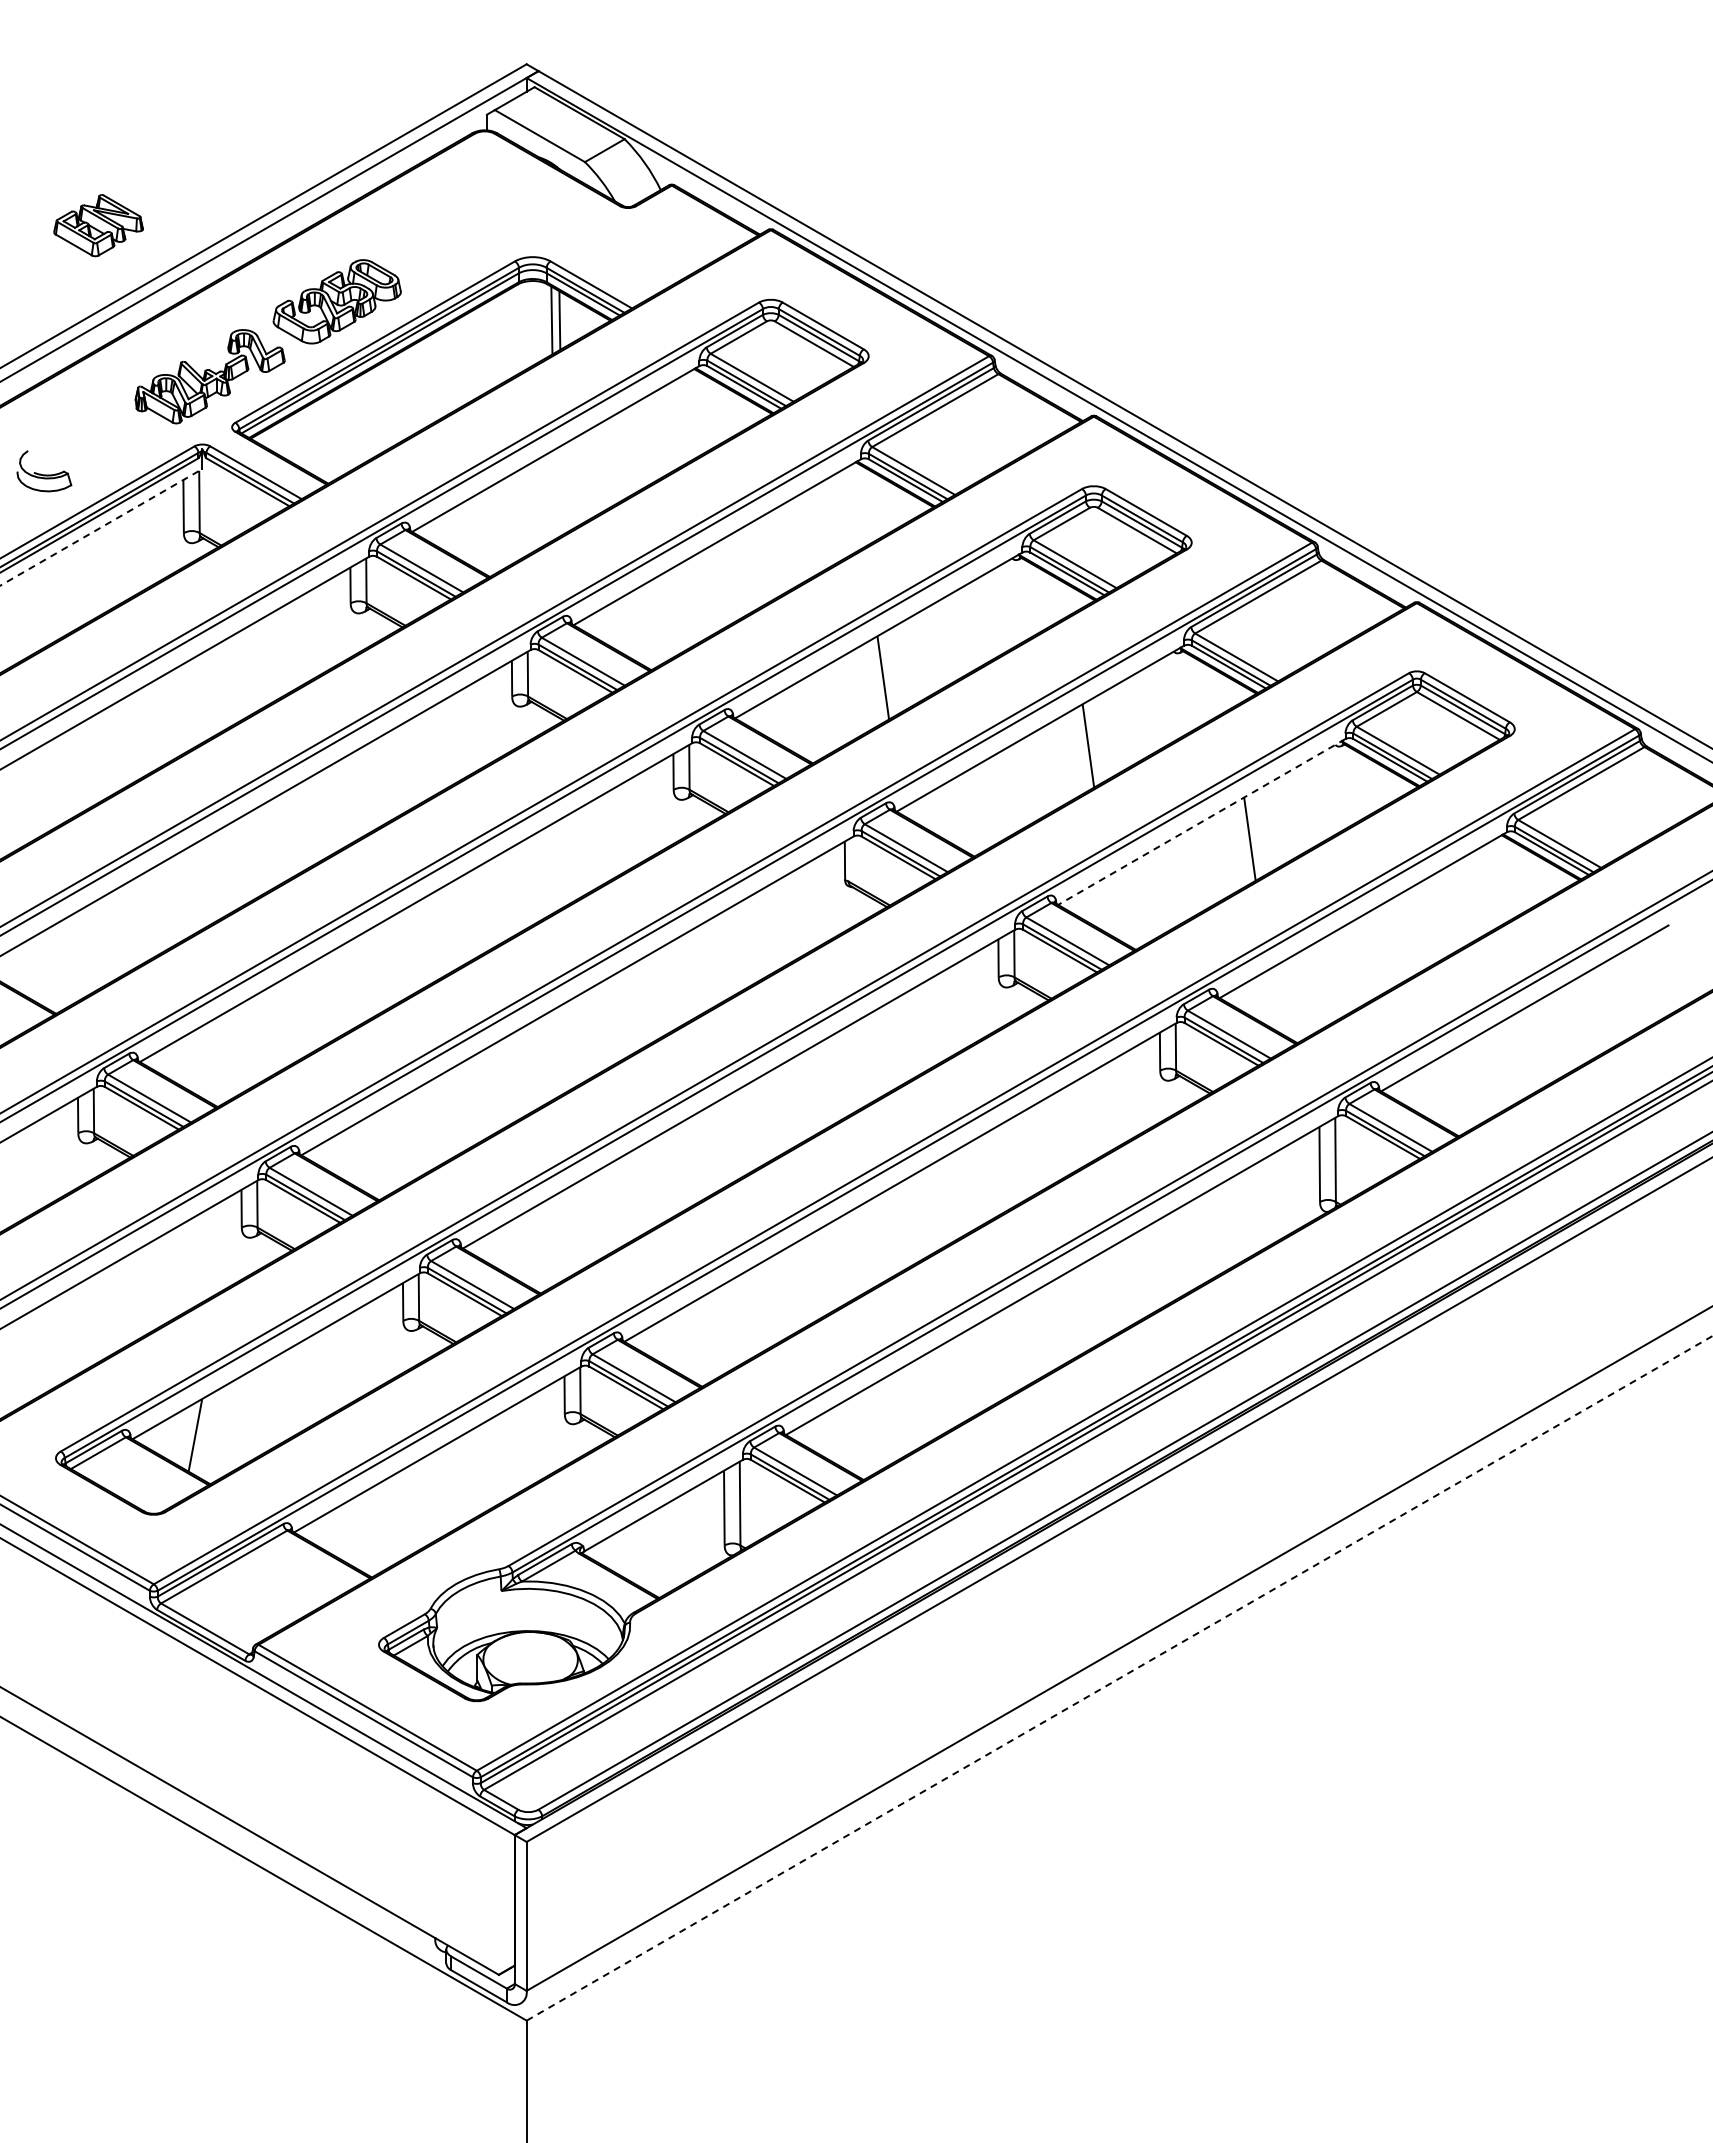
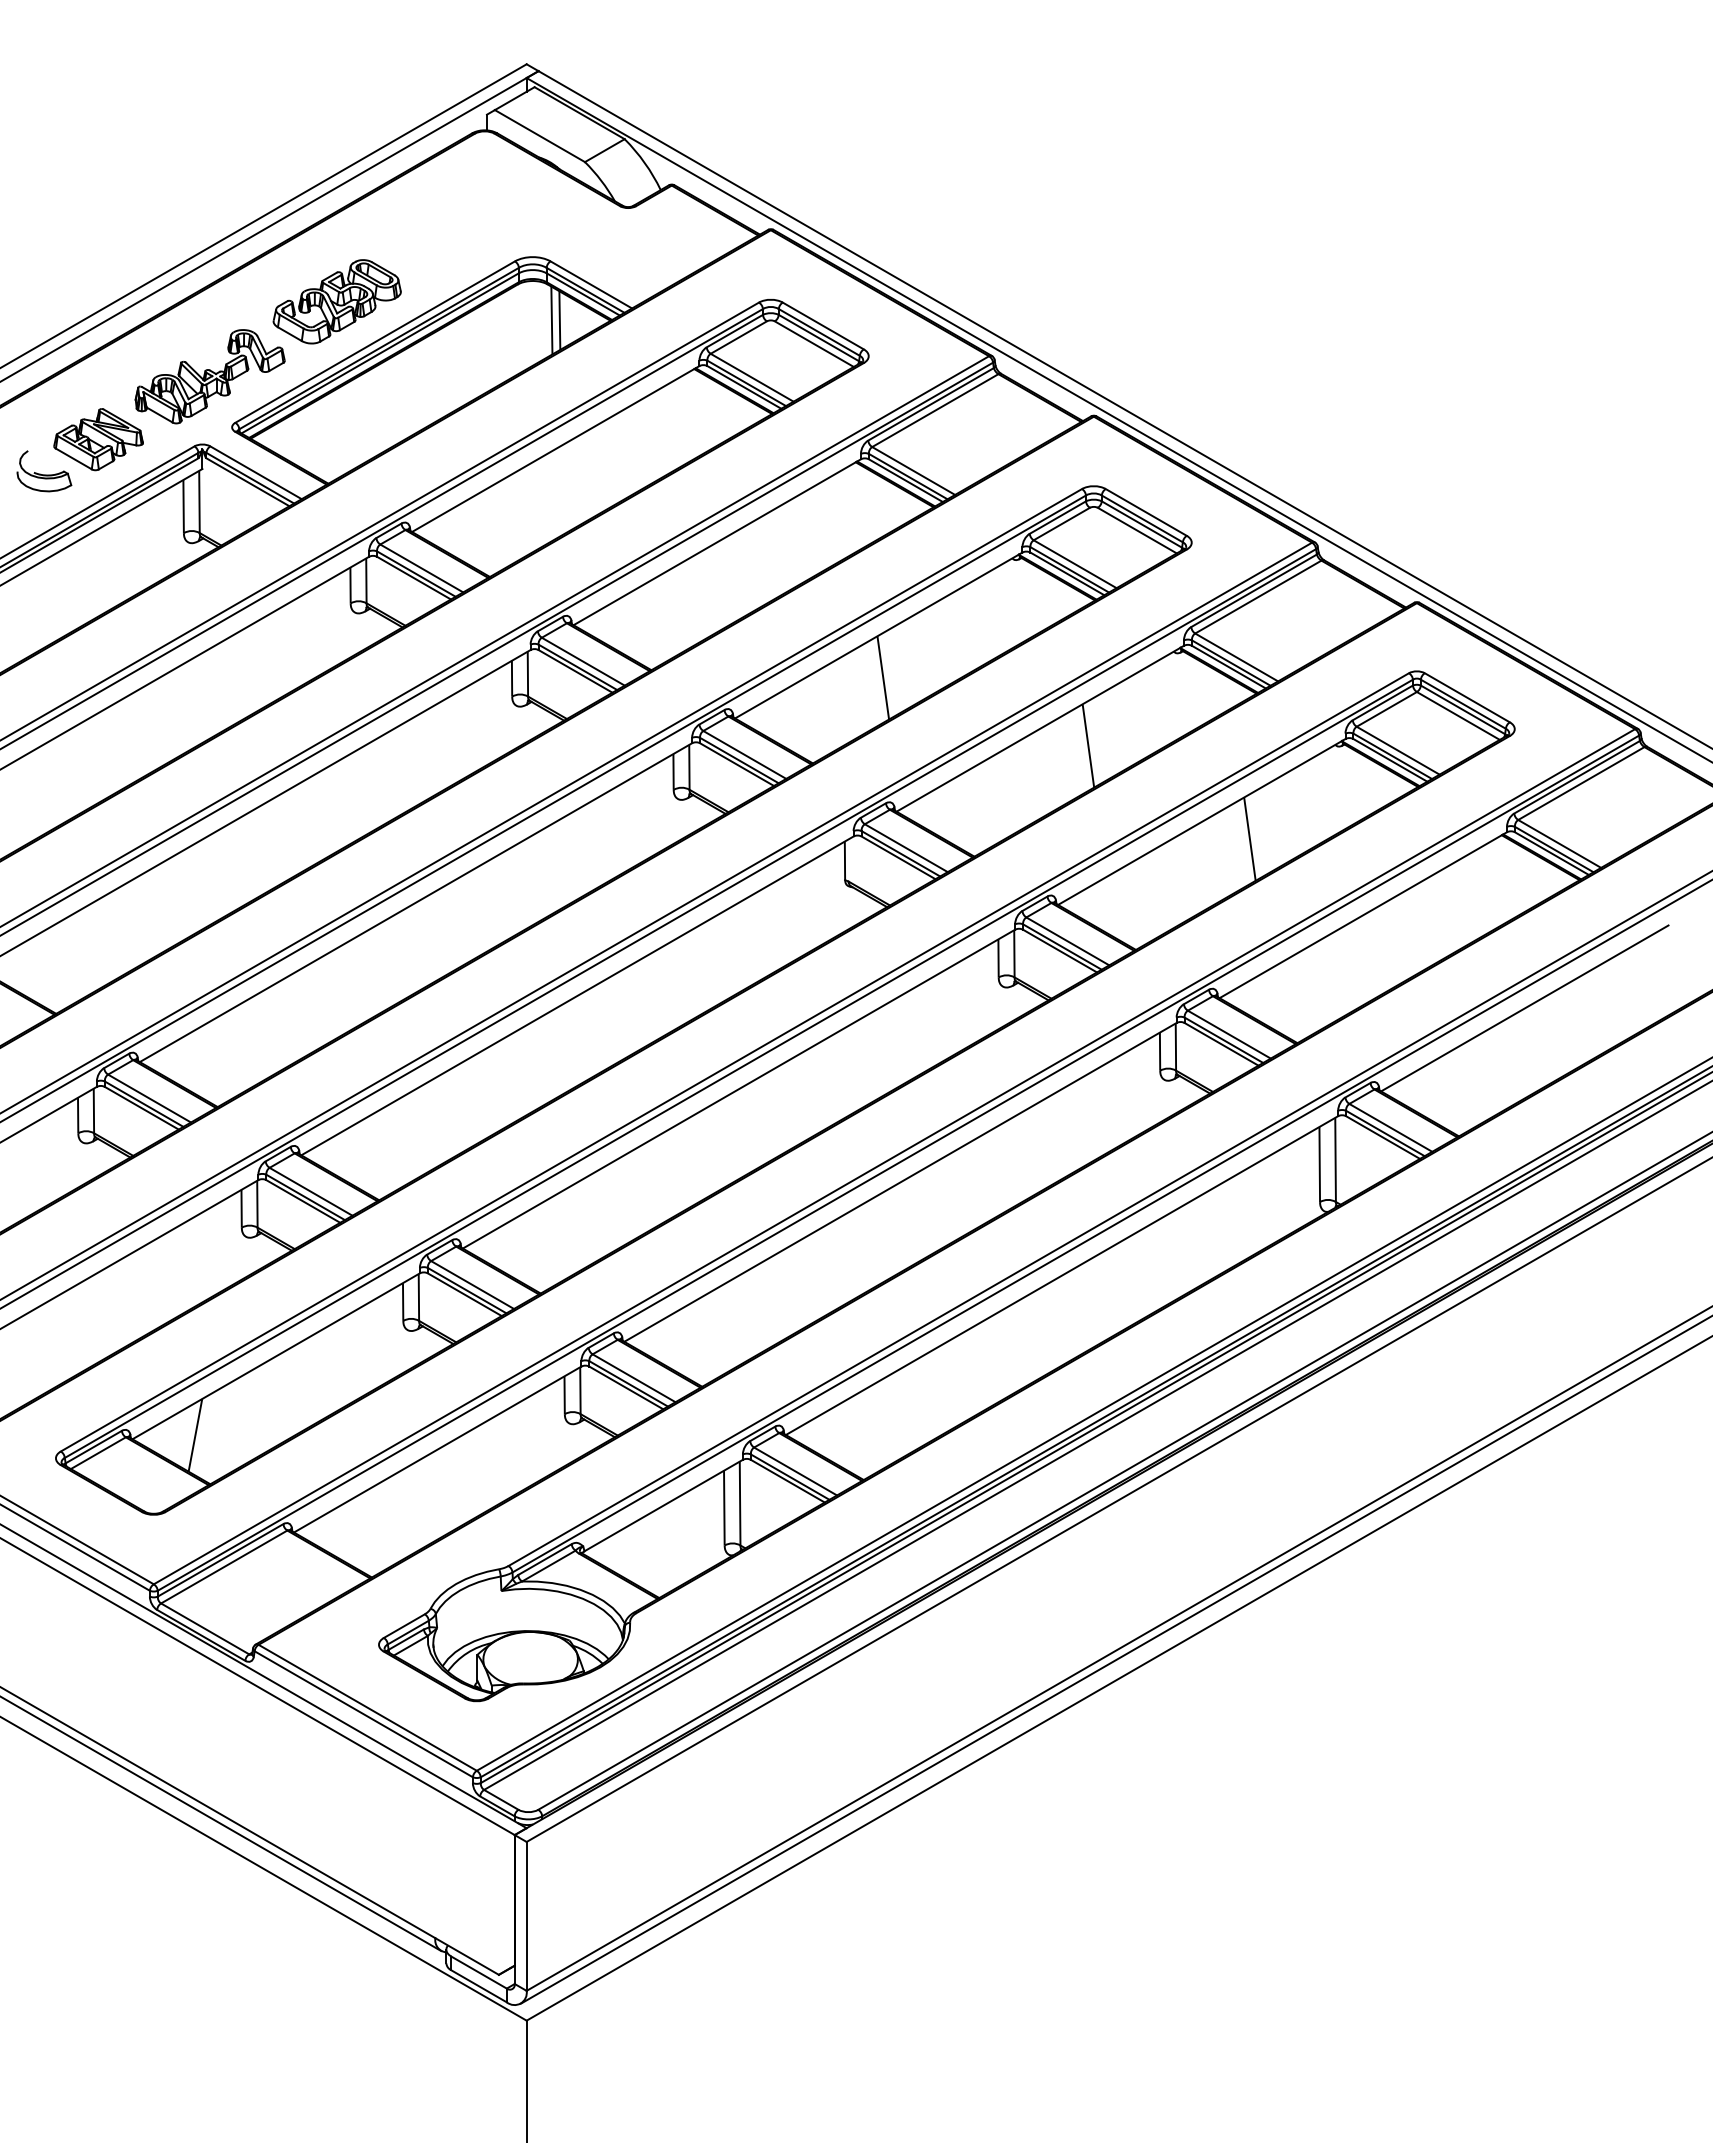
part at (98, 225) position: (98, 225) -> (98, 439)
line at (101, 527): dashed -> solid
line at (1201, 821): dashed -> solid
line at (1114, 1660): none -> present
line at (1119, 1678): dashed -> solid
line at (221, 1824): none -> present
